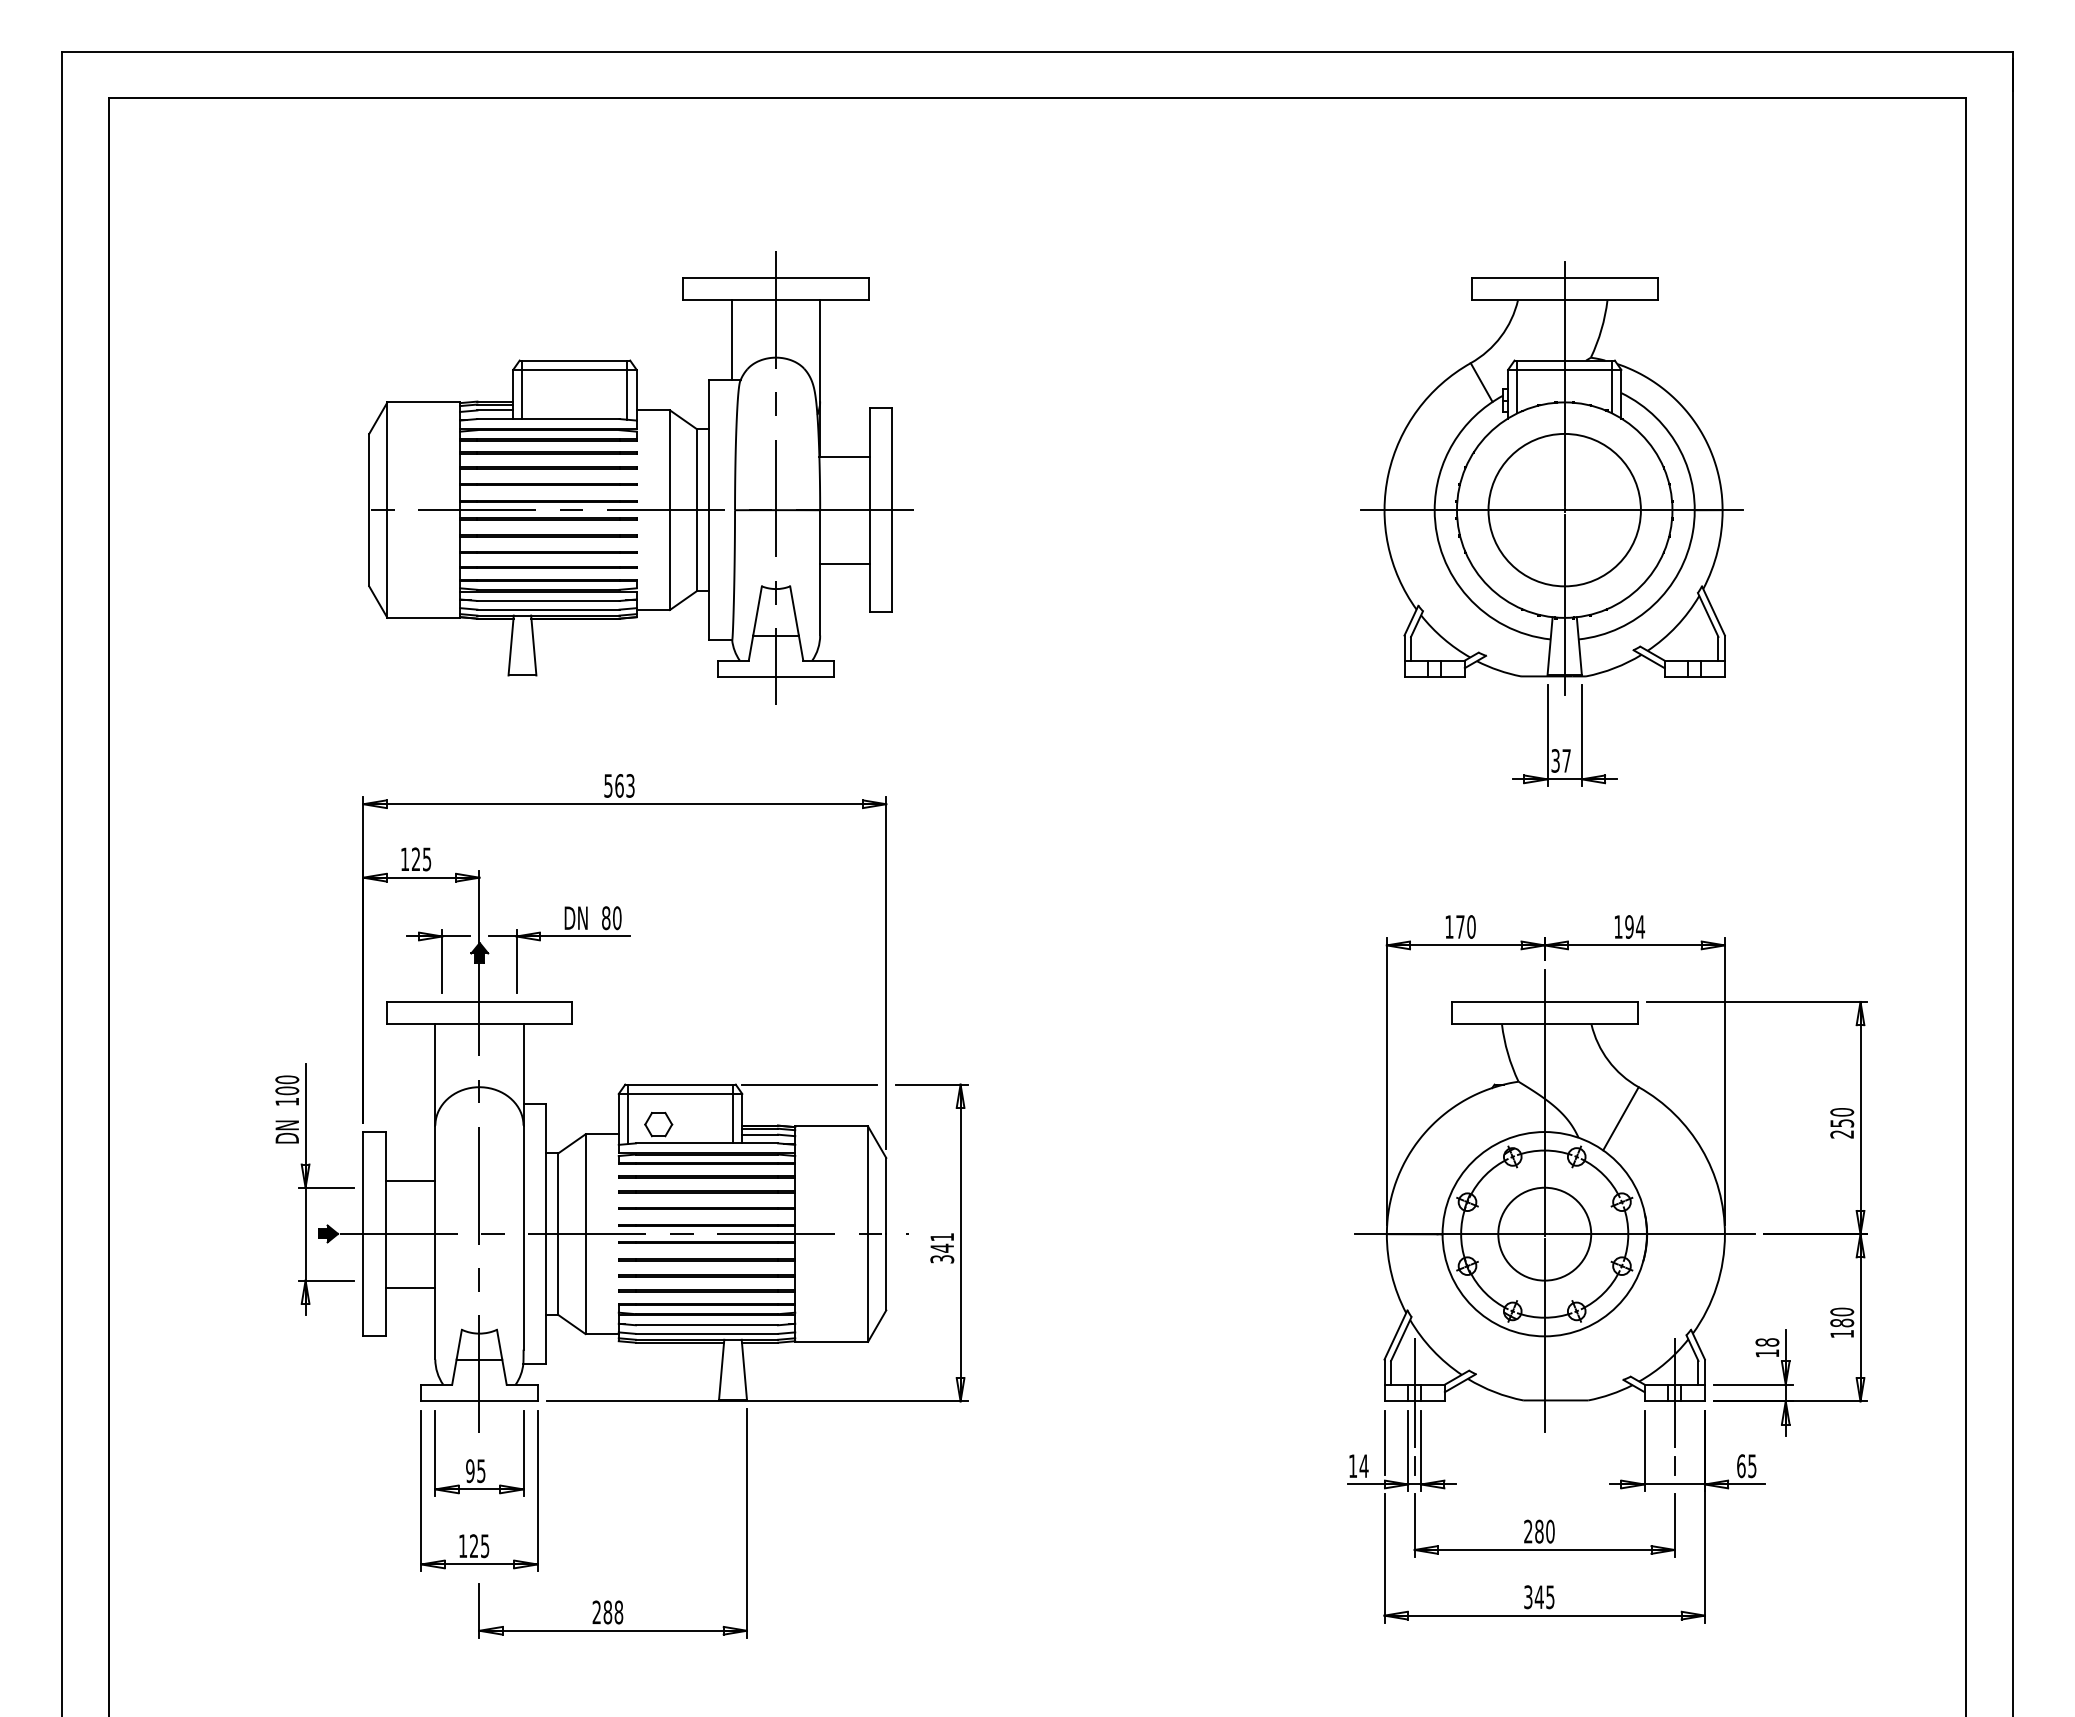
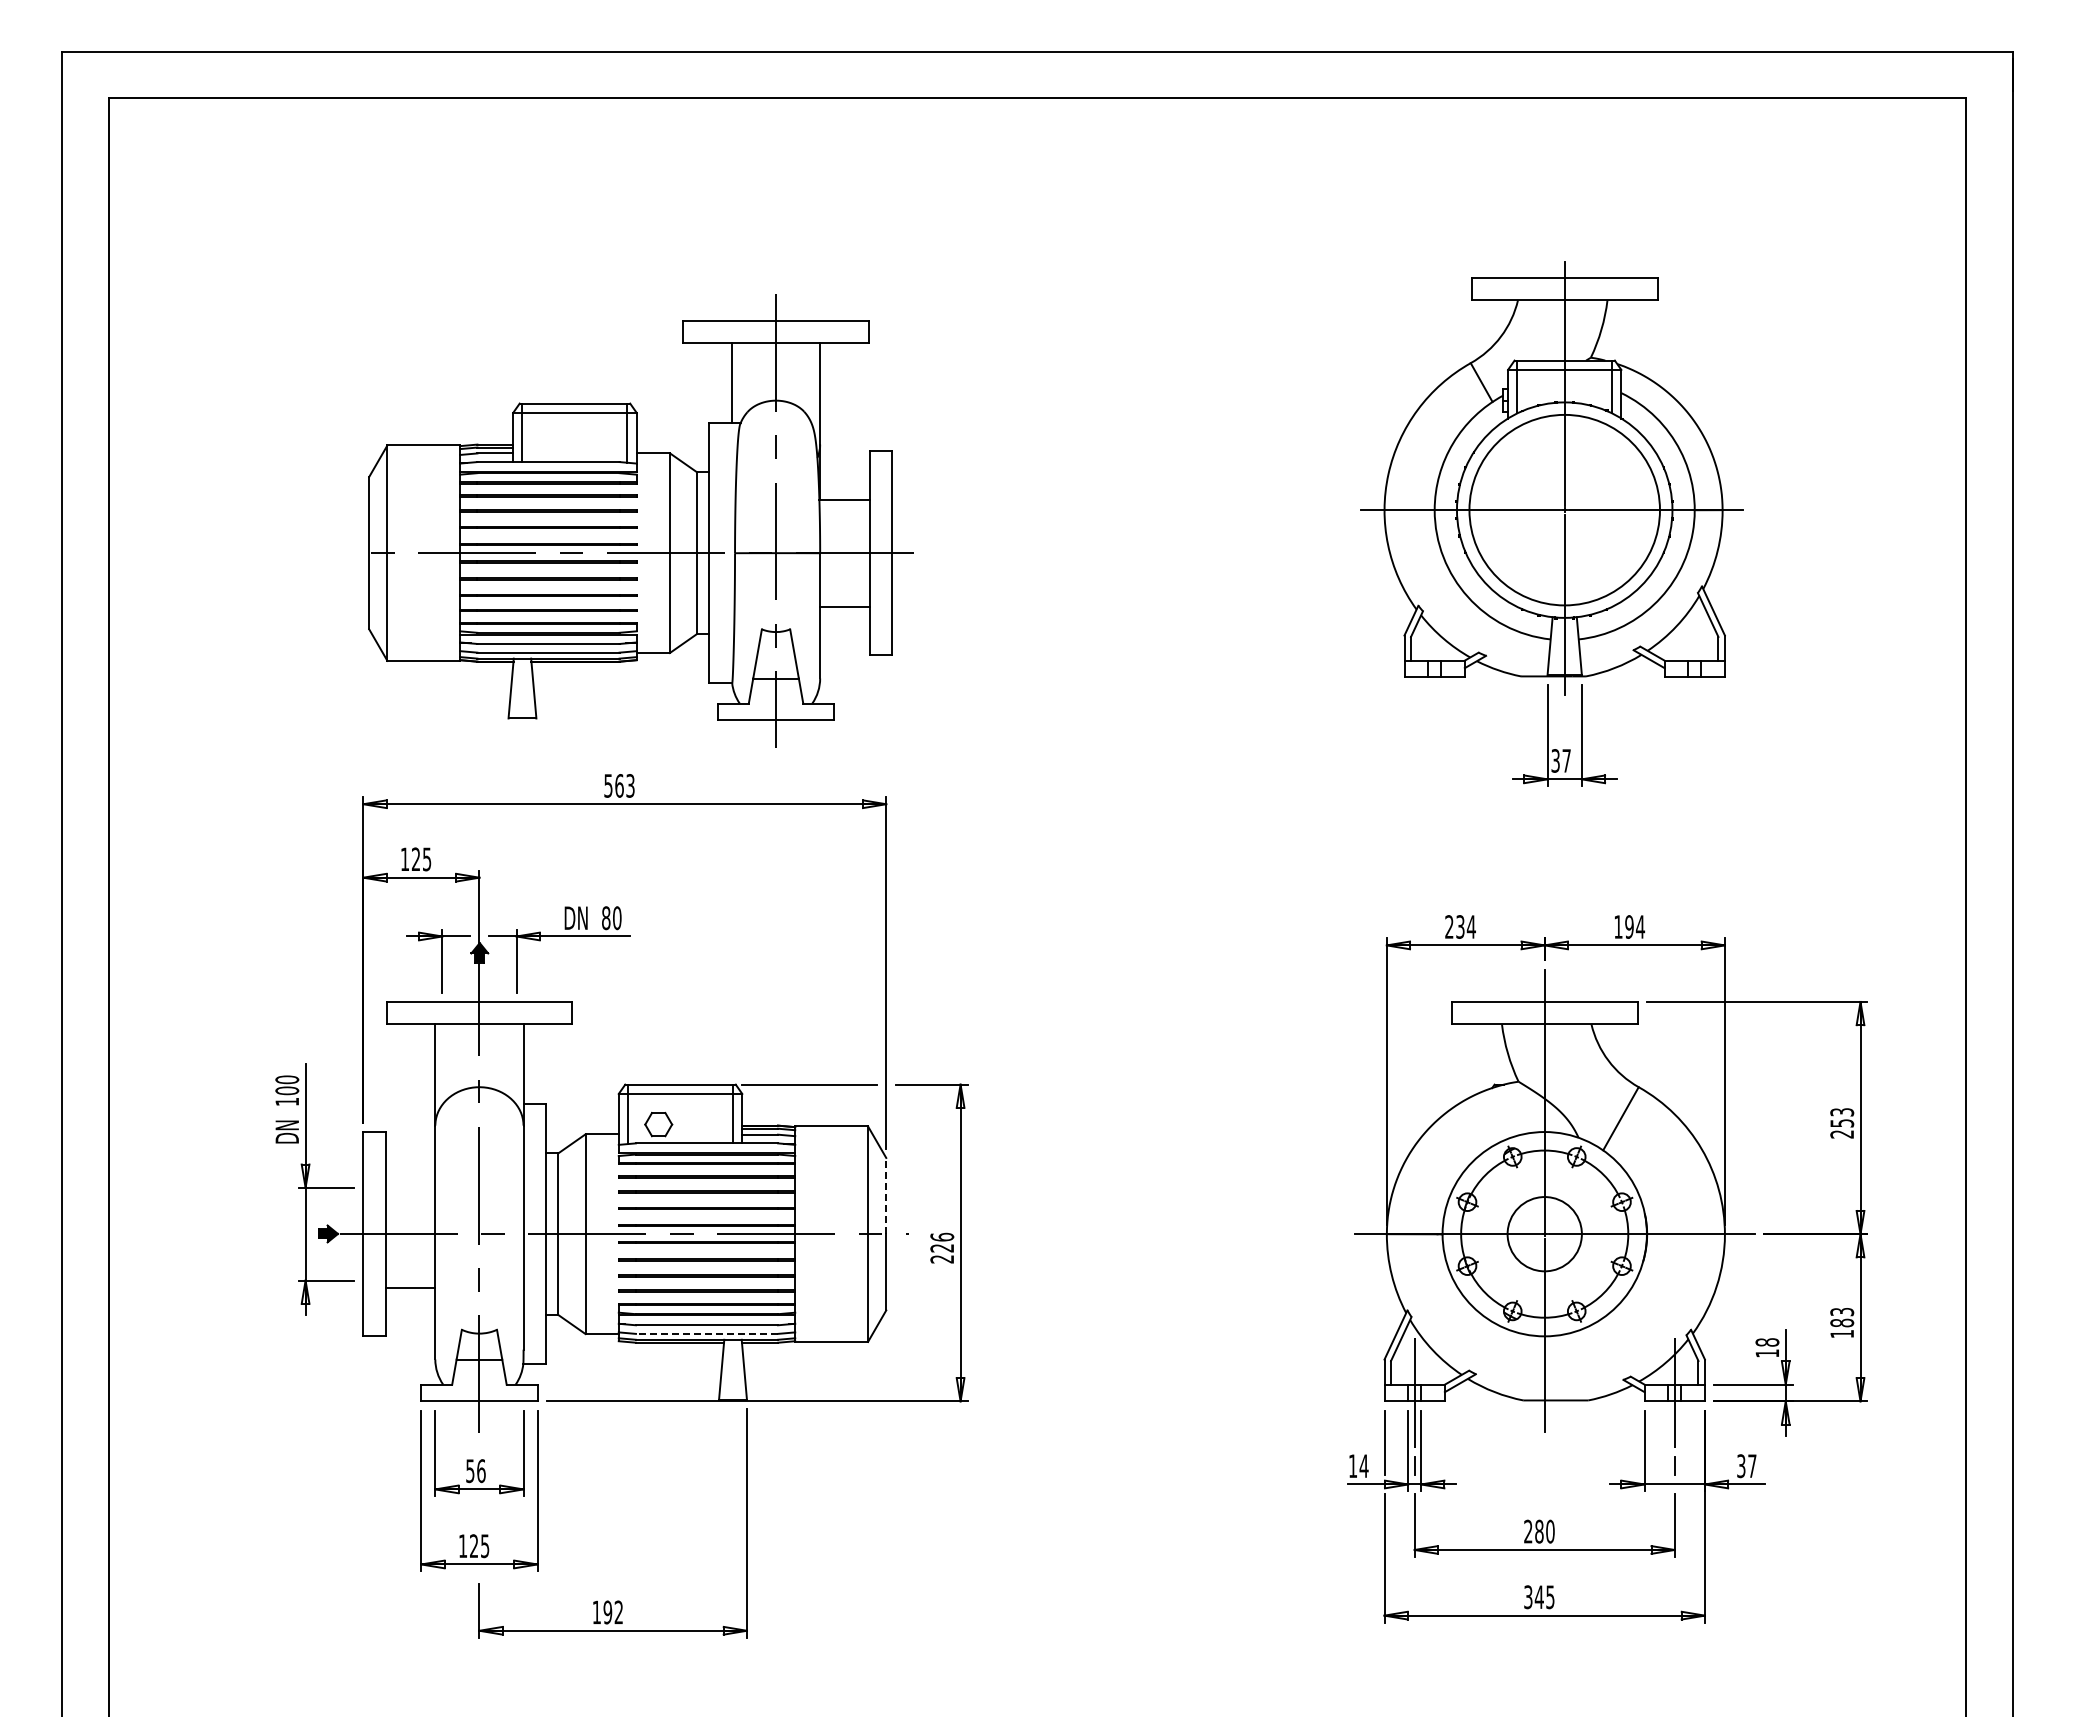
part at (640, 477) position: (640, 477) -> (640, 520)
circle at (1564, 509) diameter: 152 px -> 191 px
text at (1460, 926): 170 -> 234
text at (1842, 1112): 250 -> 253
line at (410, 1180): present -> none
line at (886, 1195): solid -> dashed
circle at (1544, 1233) diameter: 93 px -> 74 px
text at (942, 1247): 341 -> 226
text at (1842, 1311): 180 -> 183
line at (706, 1333): solid -> dashed
text at (1746, 1466): 65 -> 37
text at (475, 1471): 95 -> 56
text at (607, 1612): 288 -> 192
